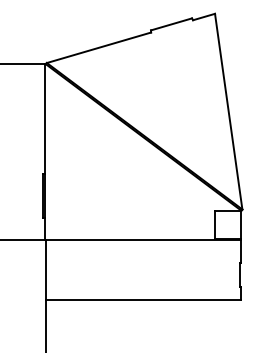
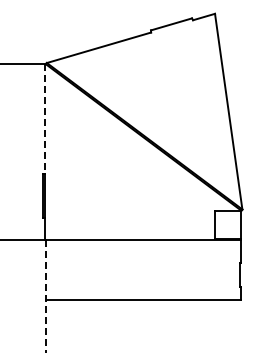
line at (45, 119): solid -> dashed
line at (45, 297): solid -> dashed
